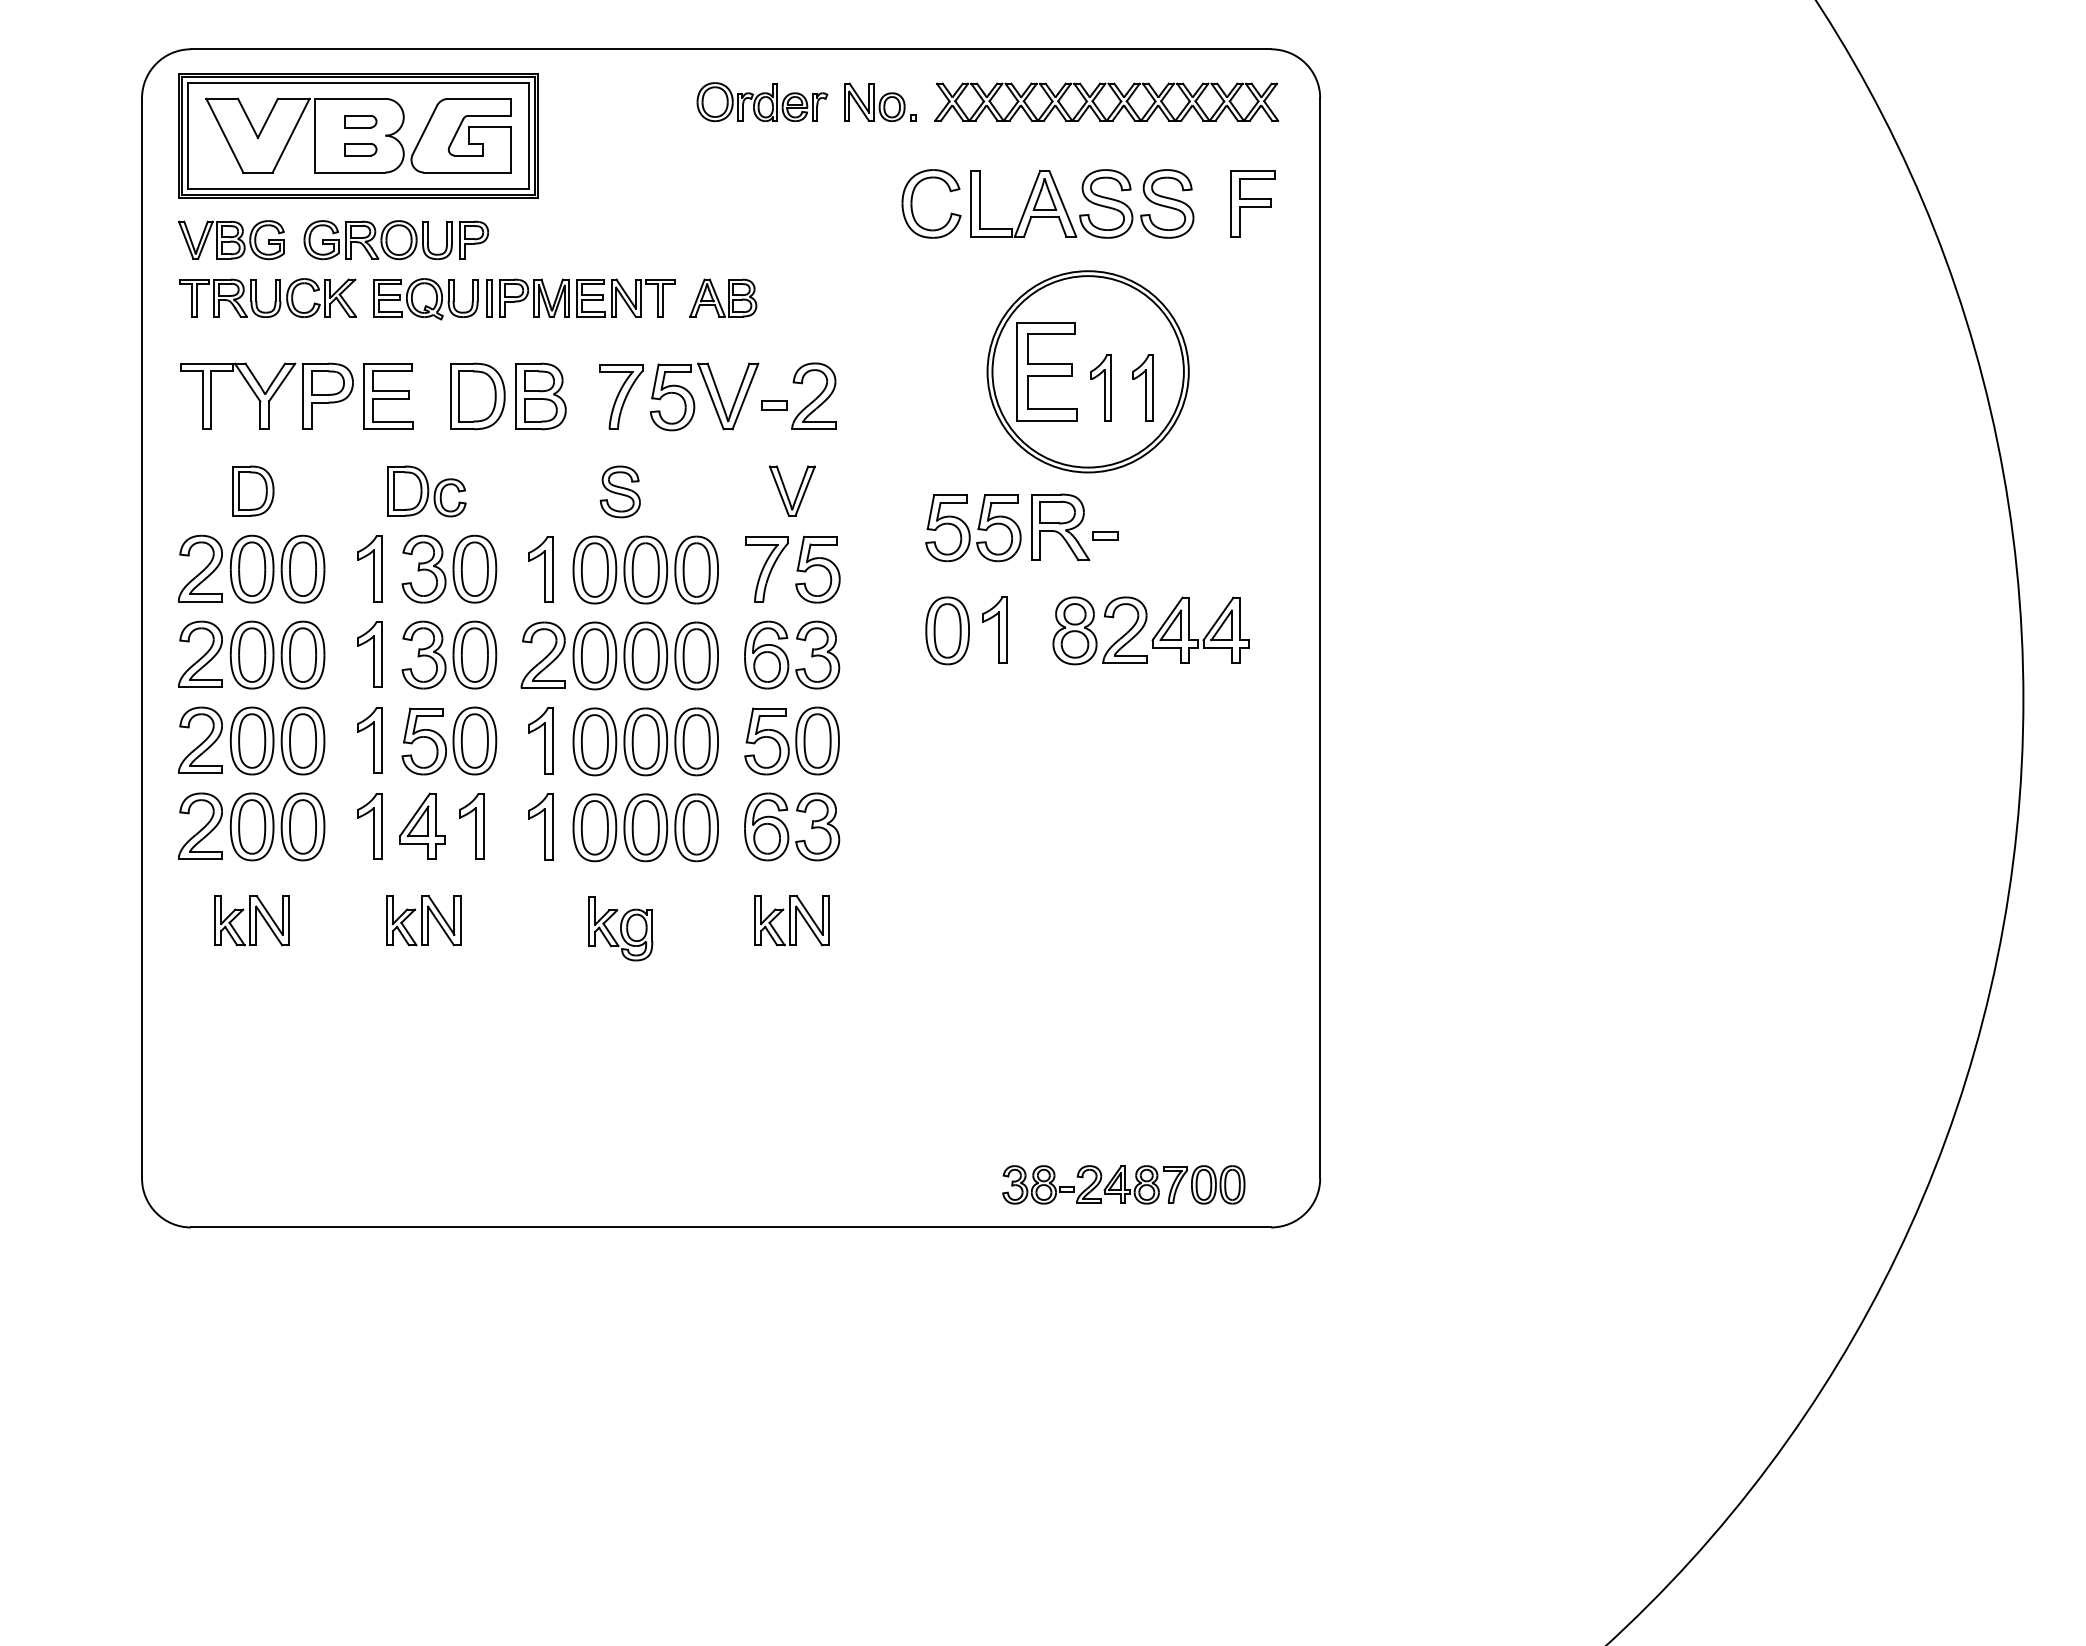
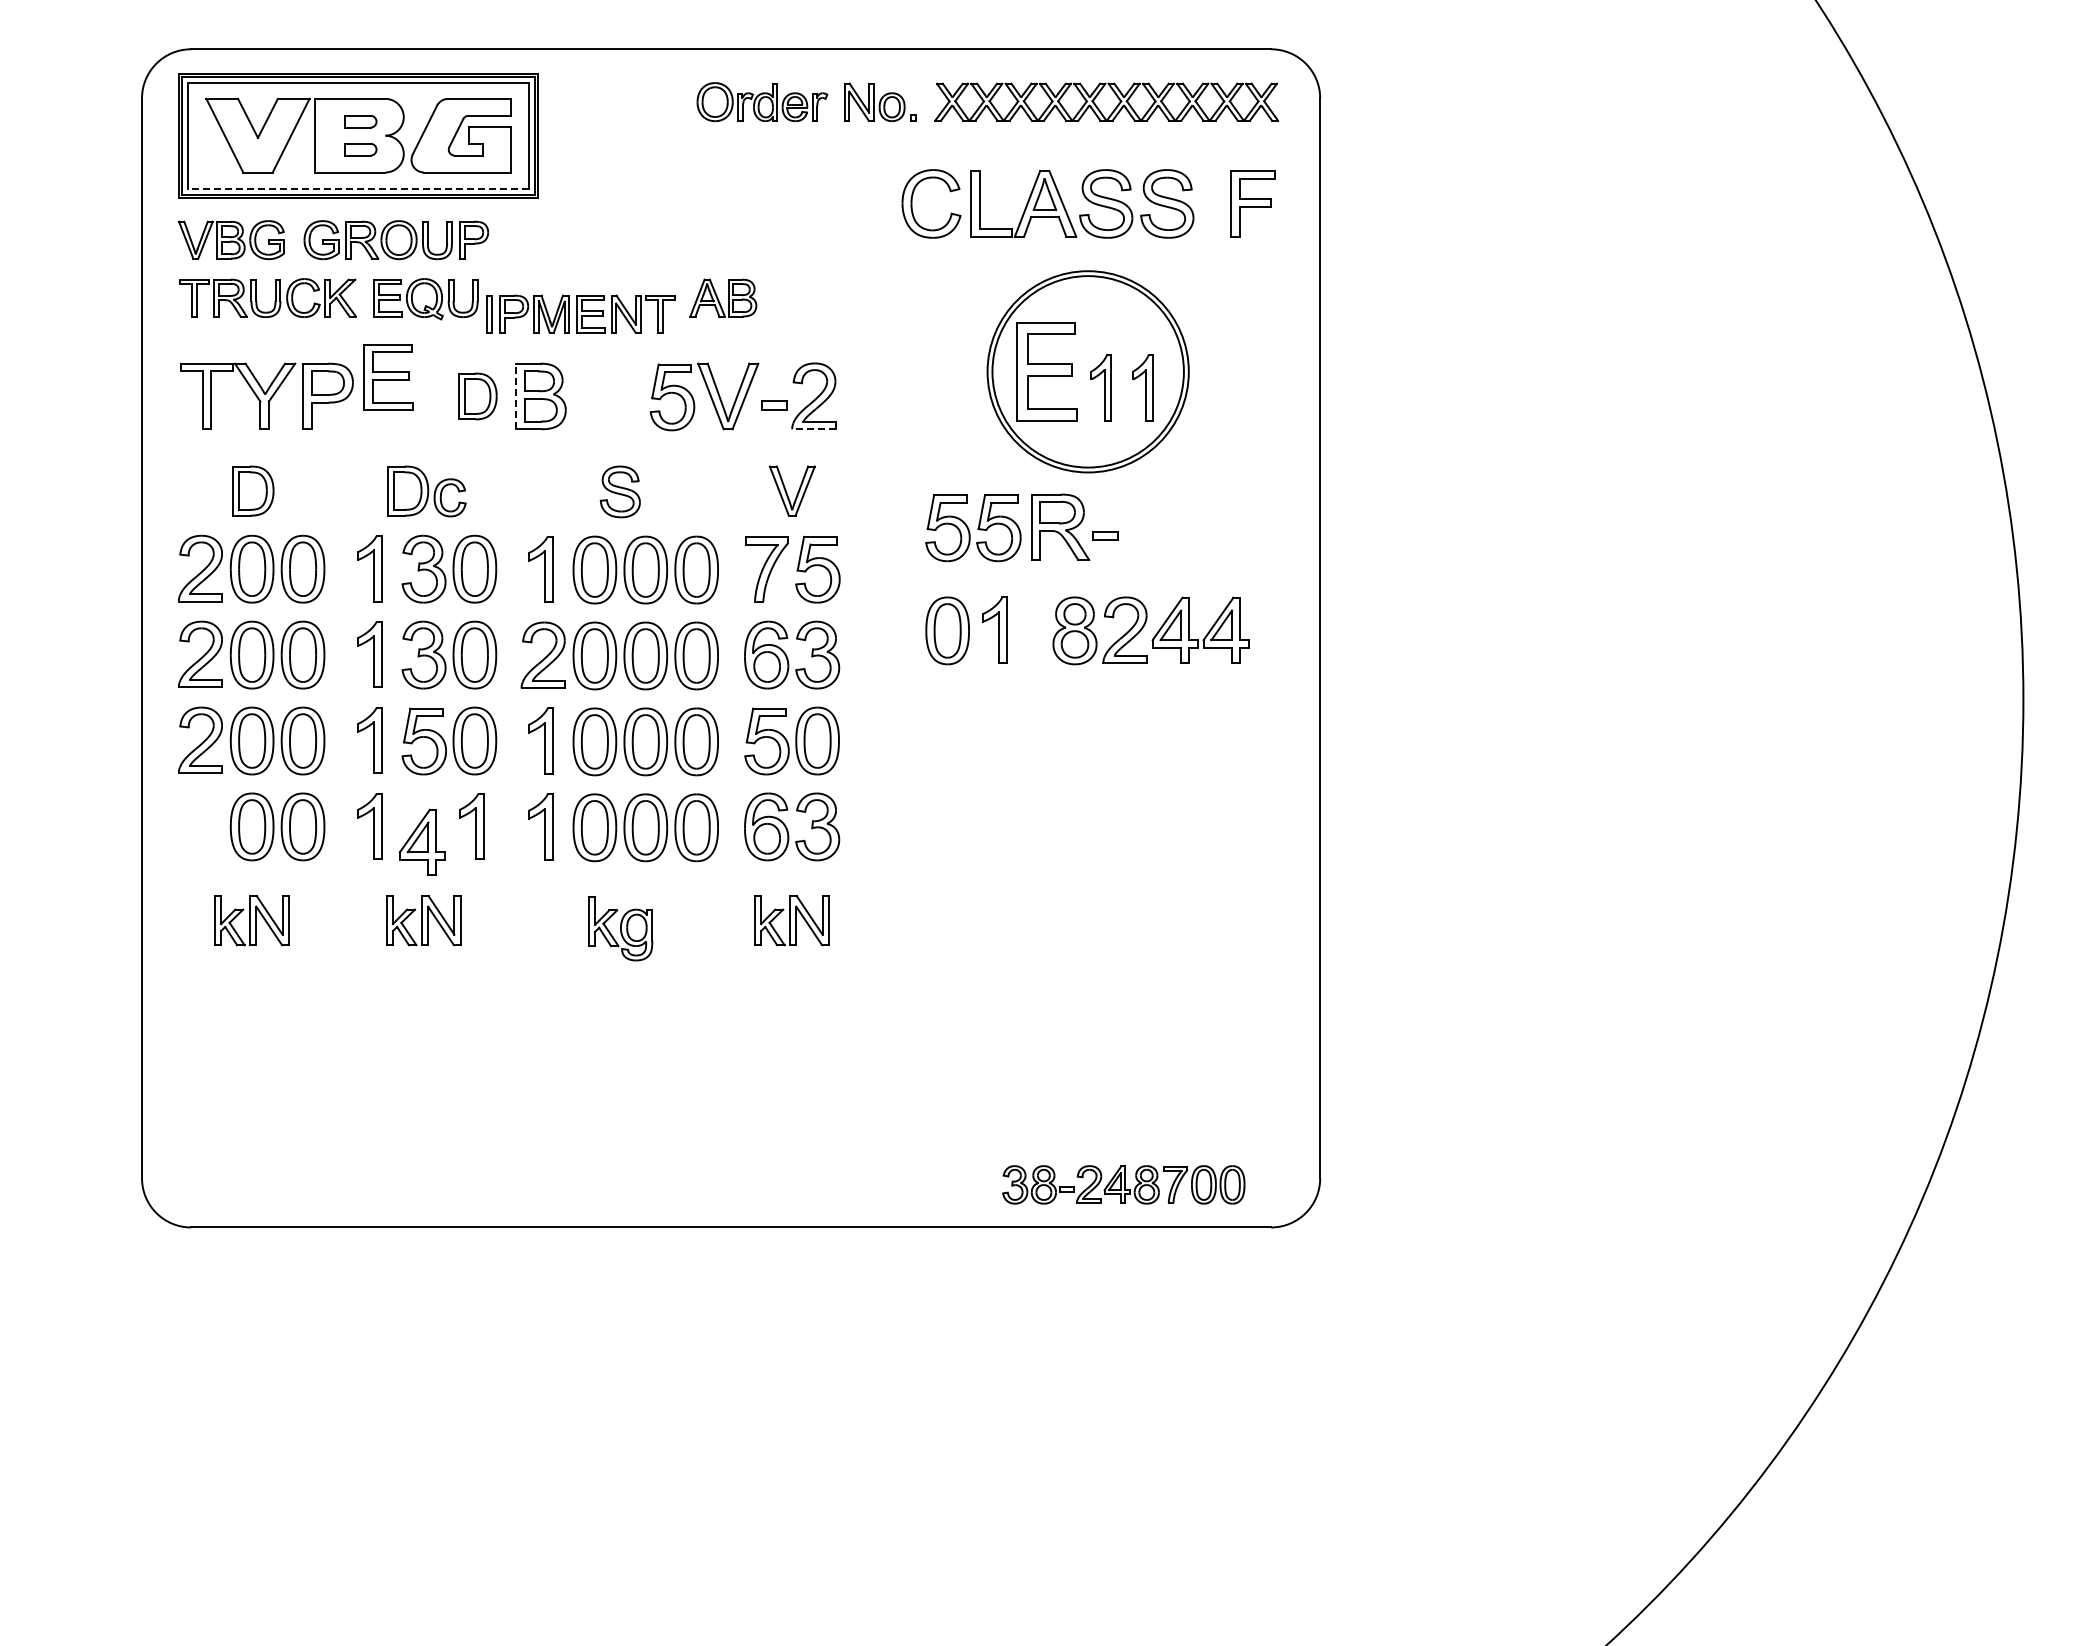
line at (358, 188): solid -> dashed
part at (580, 297) position: (580, 297) -> (580, 313)
part at (388, 396) position: (388, 396) -> (388, 377)
part at (477, 396) size: 56x69 px -> 40x49 px
line at (516, 396): solid -> dashed
part at (621, 396): present -> none
line at (813, 429): solid -> dashed
part at (200, 825): present -> none
part at (421, 825) position: (421, 825) -> (421, 841)
